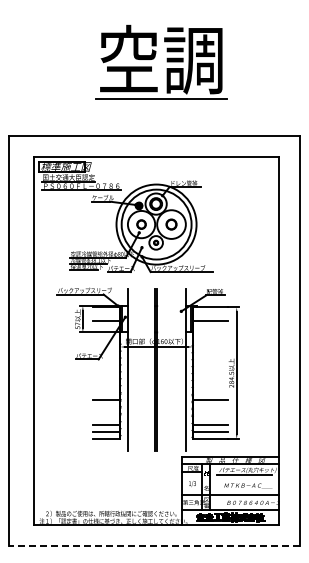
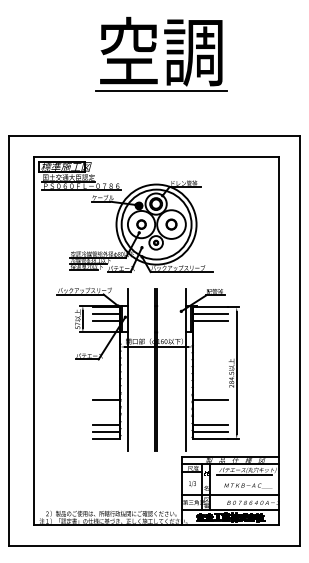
part at (161, 61) position: (161, 61) -> (161, 53)
line at (106, 314): none -> present
line at (210, 314): none -> present
line at (154, 546): dashed -> solid
